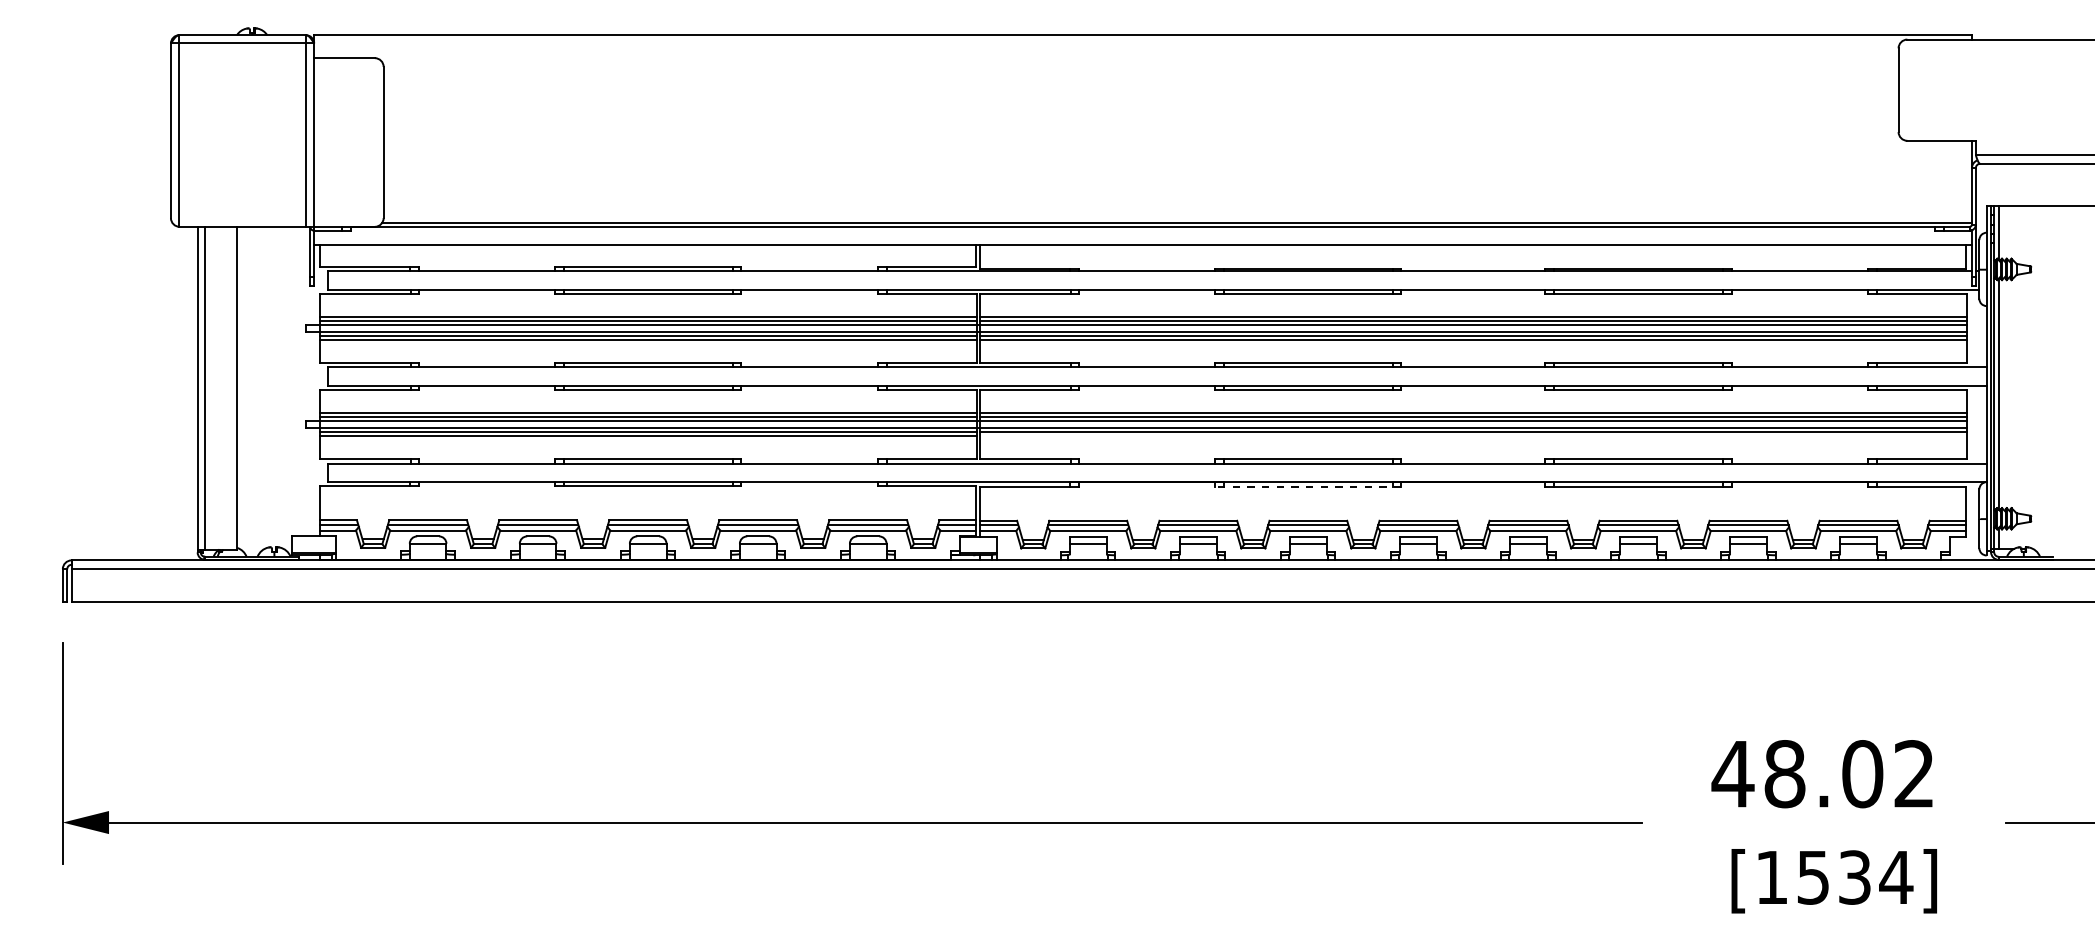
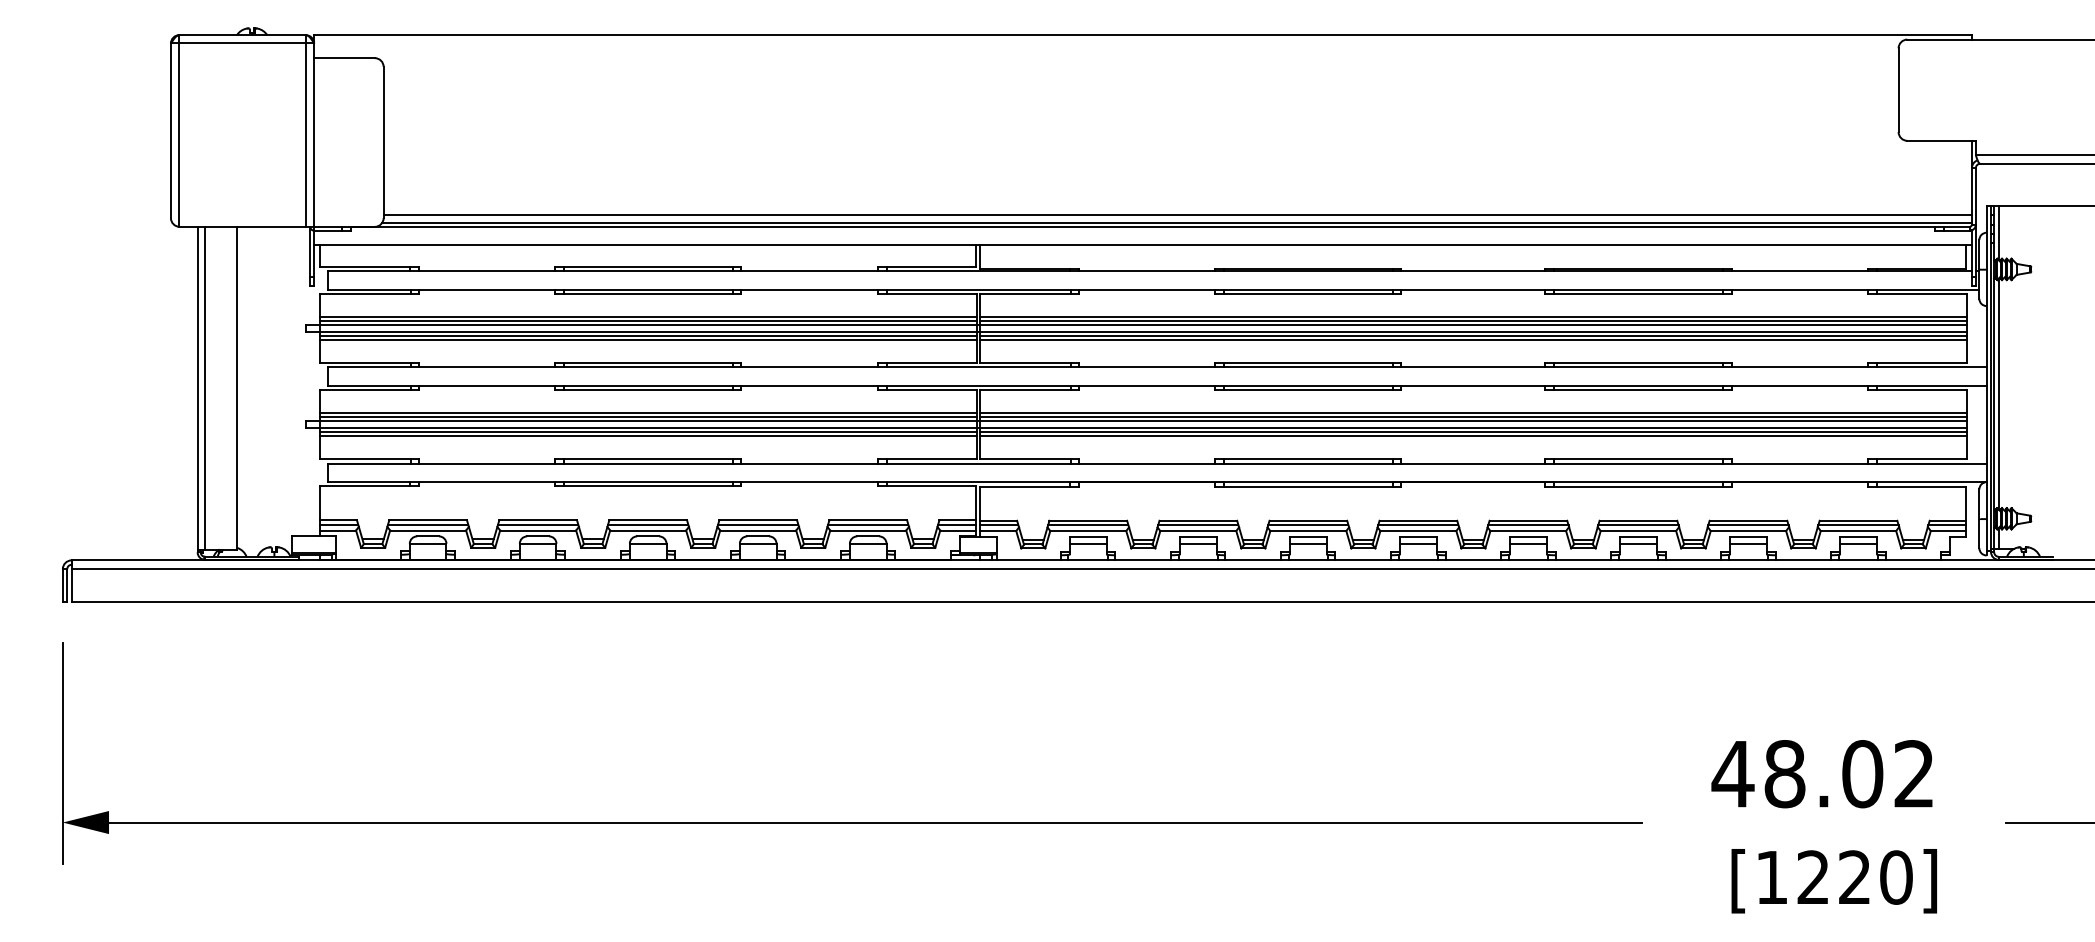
line at (1177, 214): none -> present
line at (1473, 436): none -> present
line at (1307, 486): dashed -> solid
text at (1855, 877): [1534] -> [1220]
